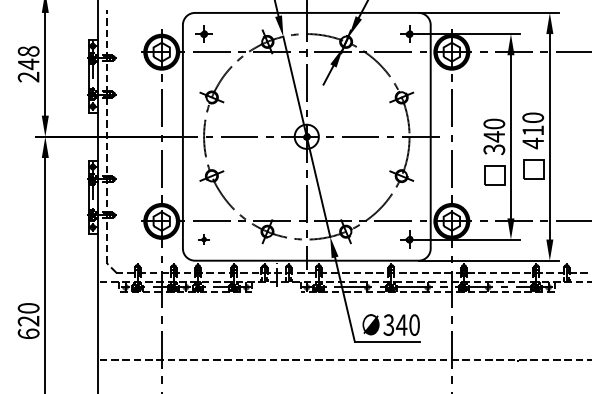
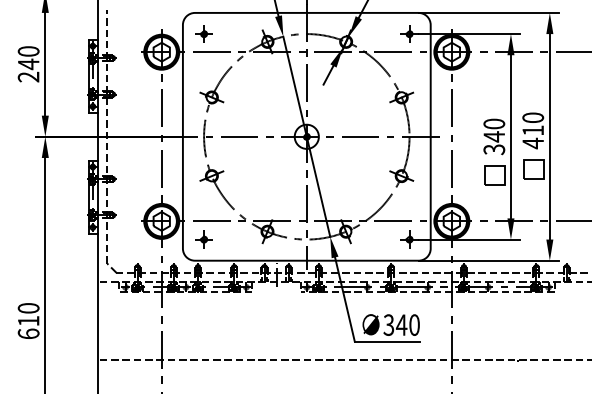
text at (28, 51): 248 -> 240
part at (203, 239) size: 12x11 px -> 18x19 px
text at (28, 320): 620 -> 610
